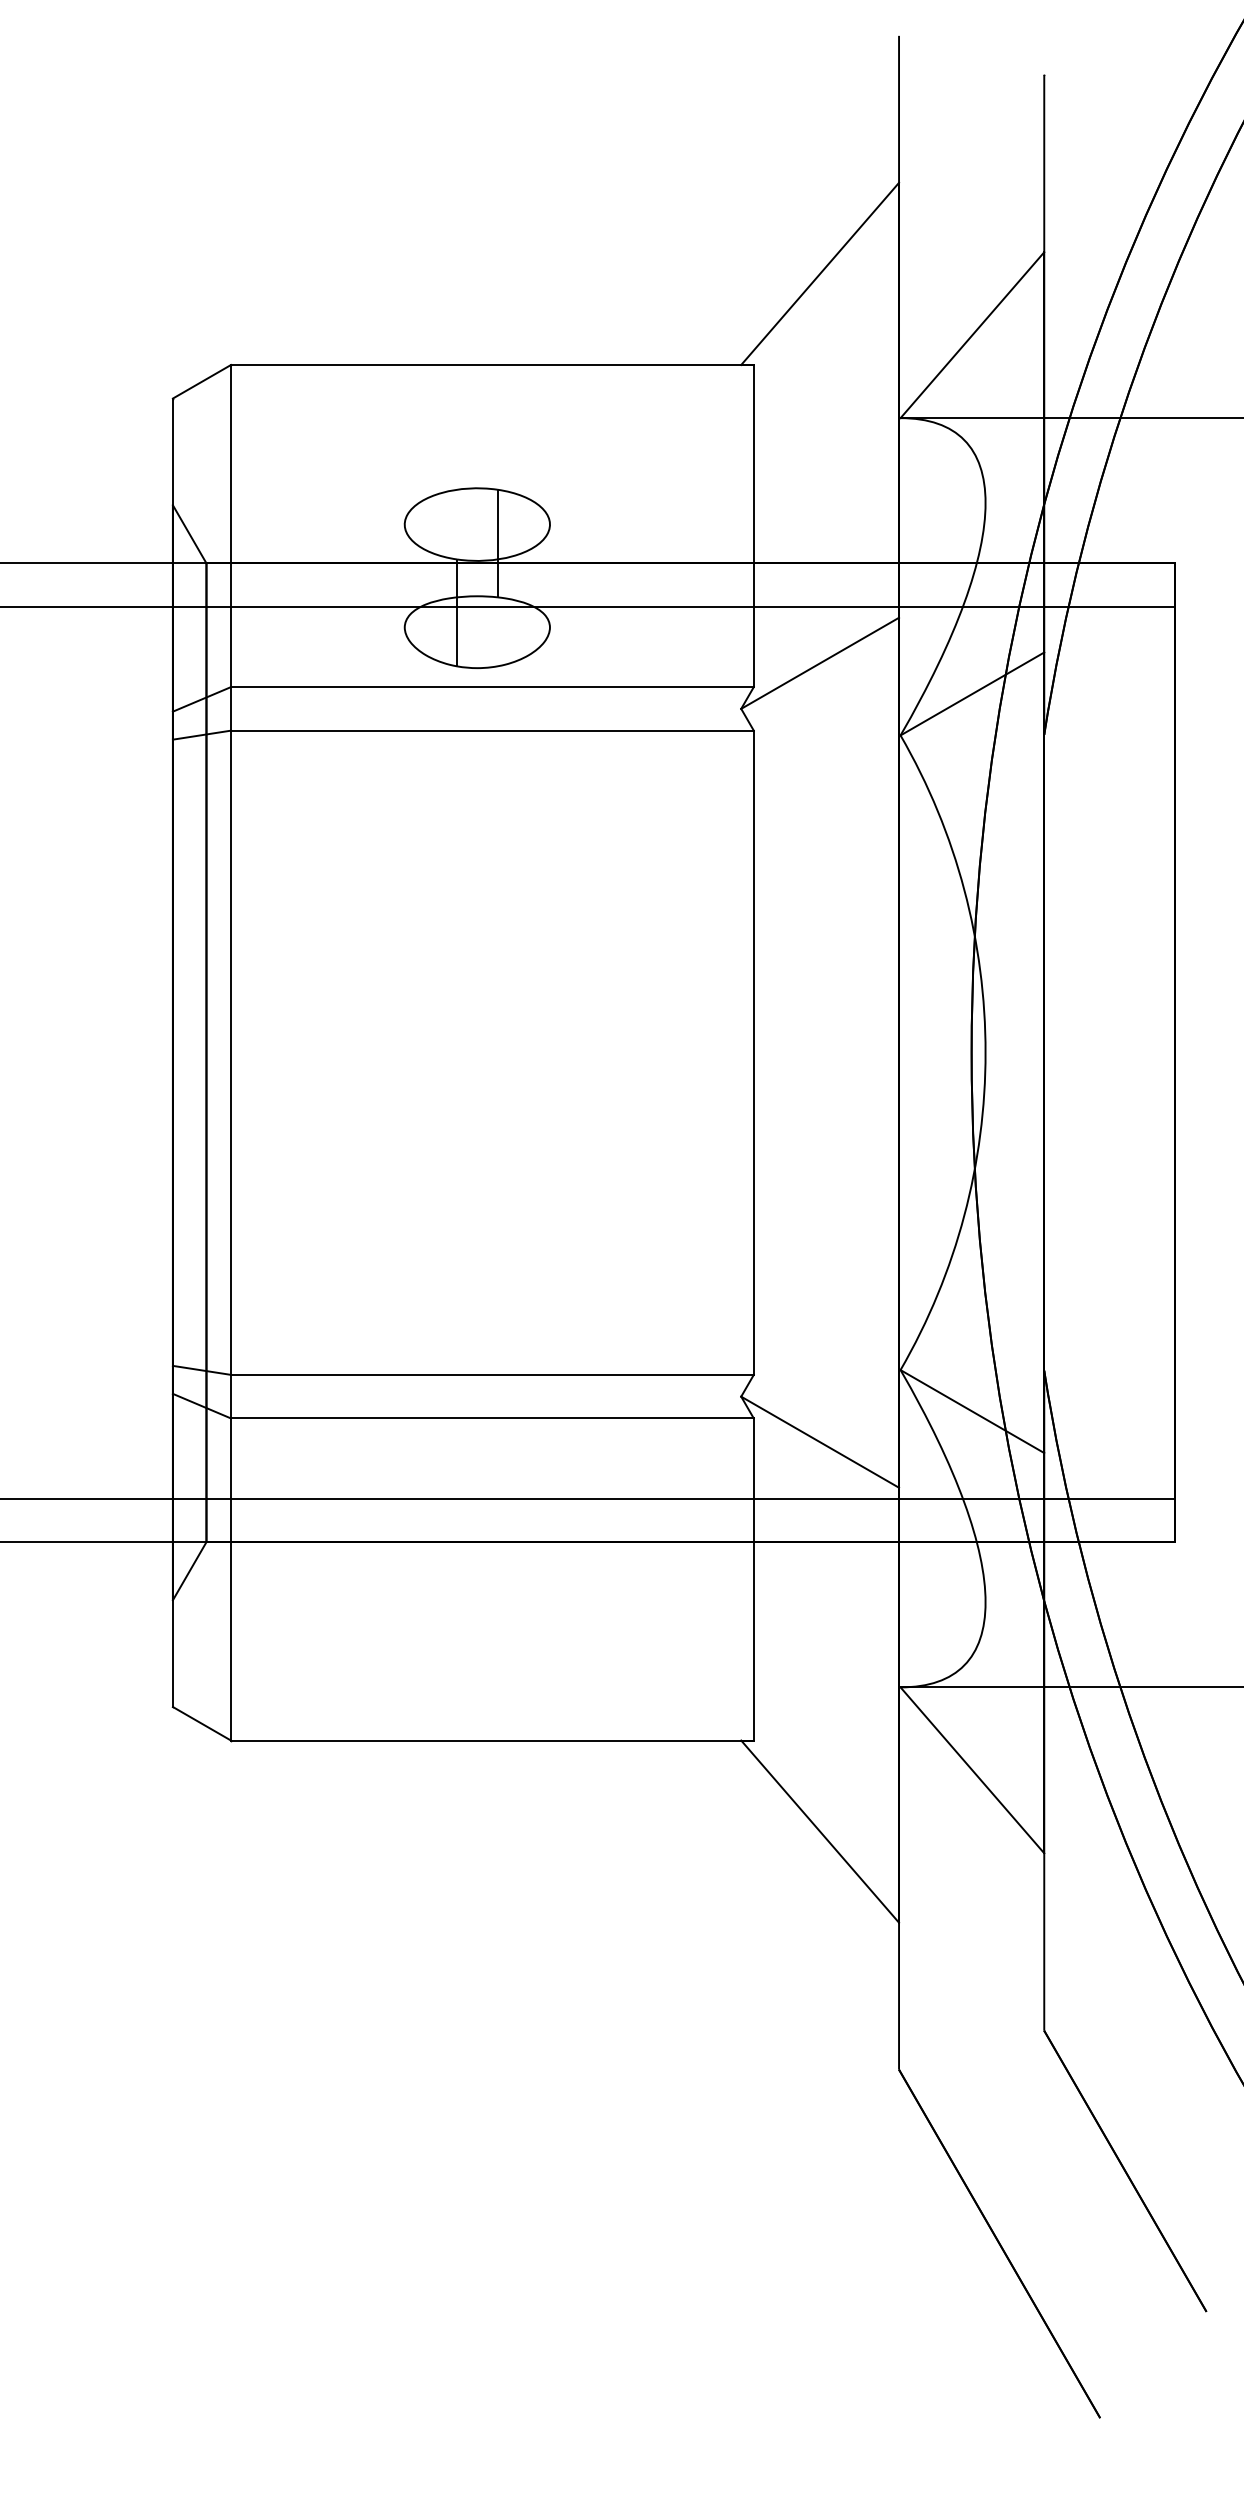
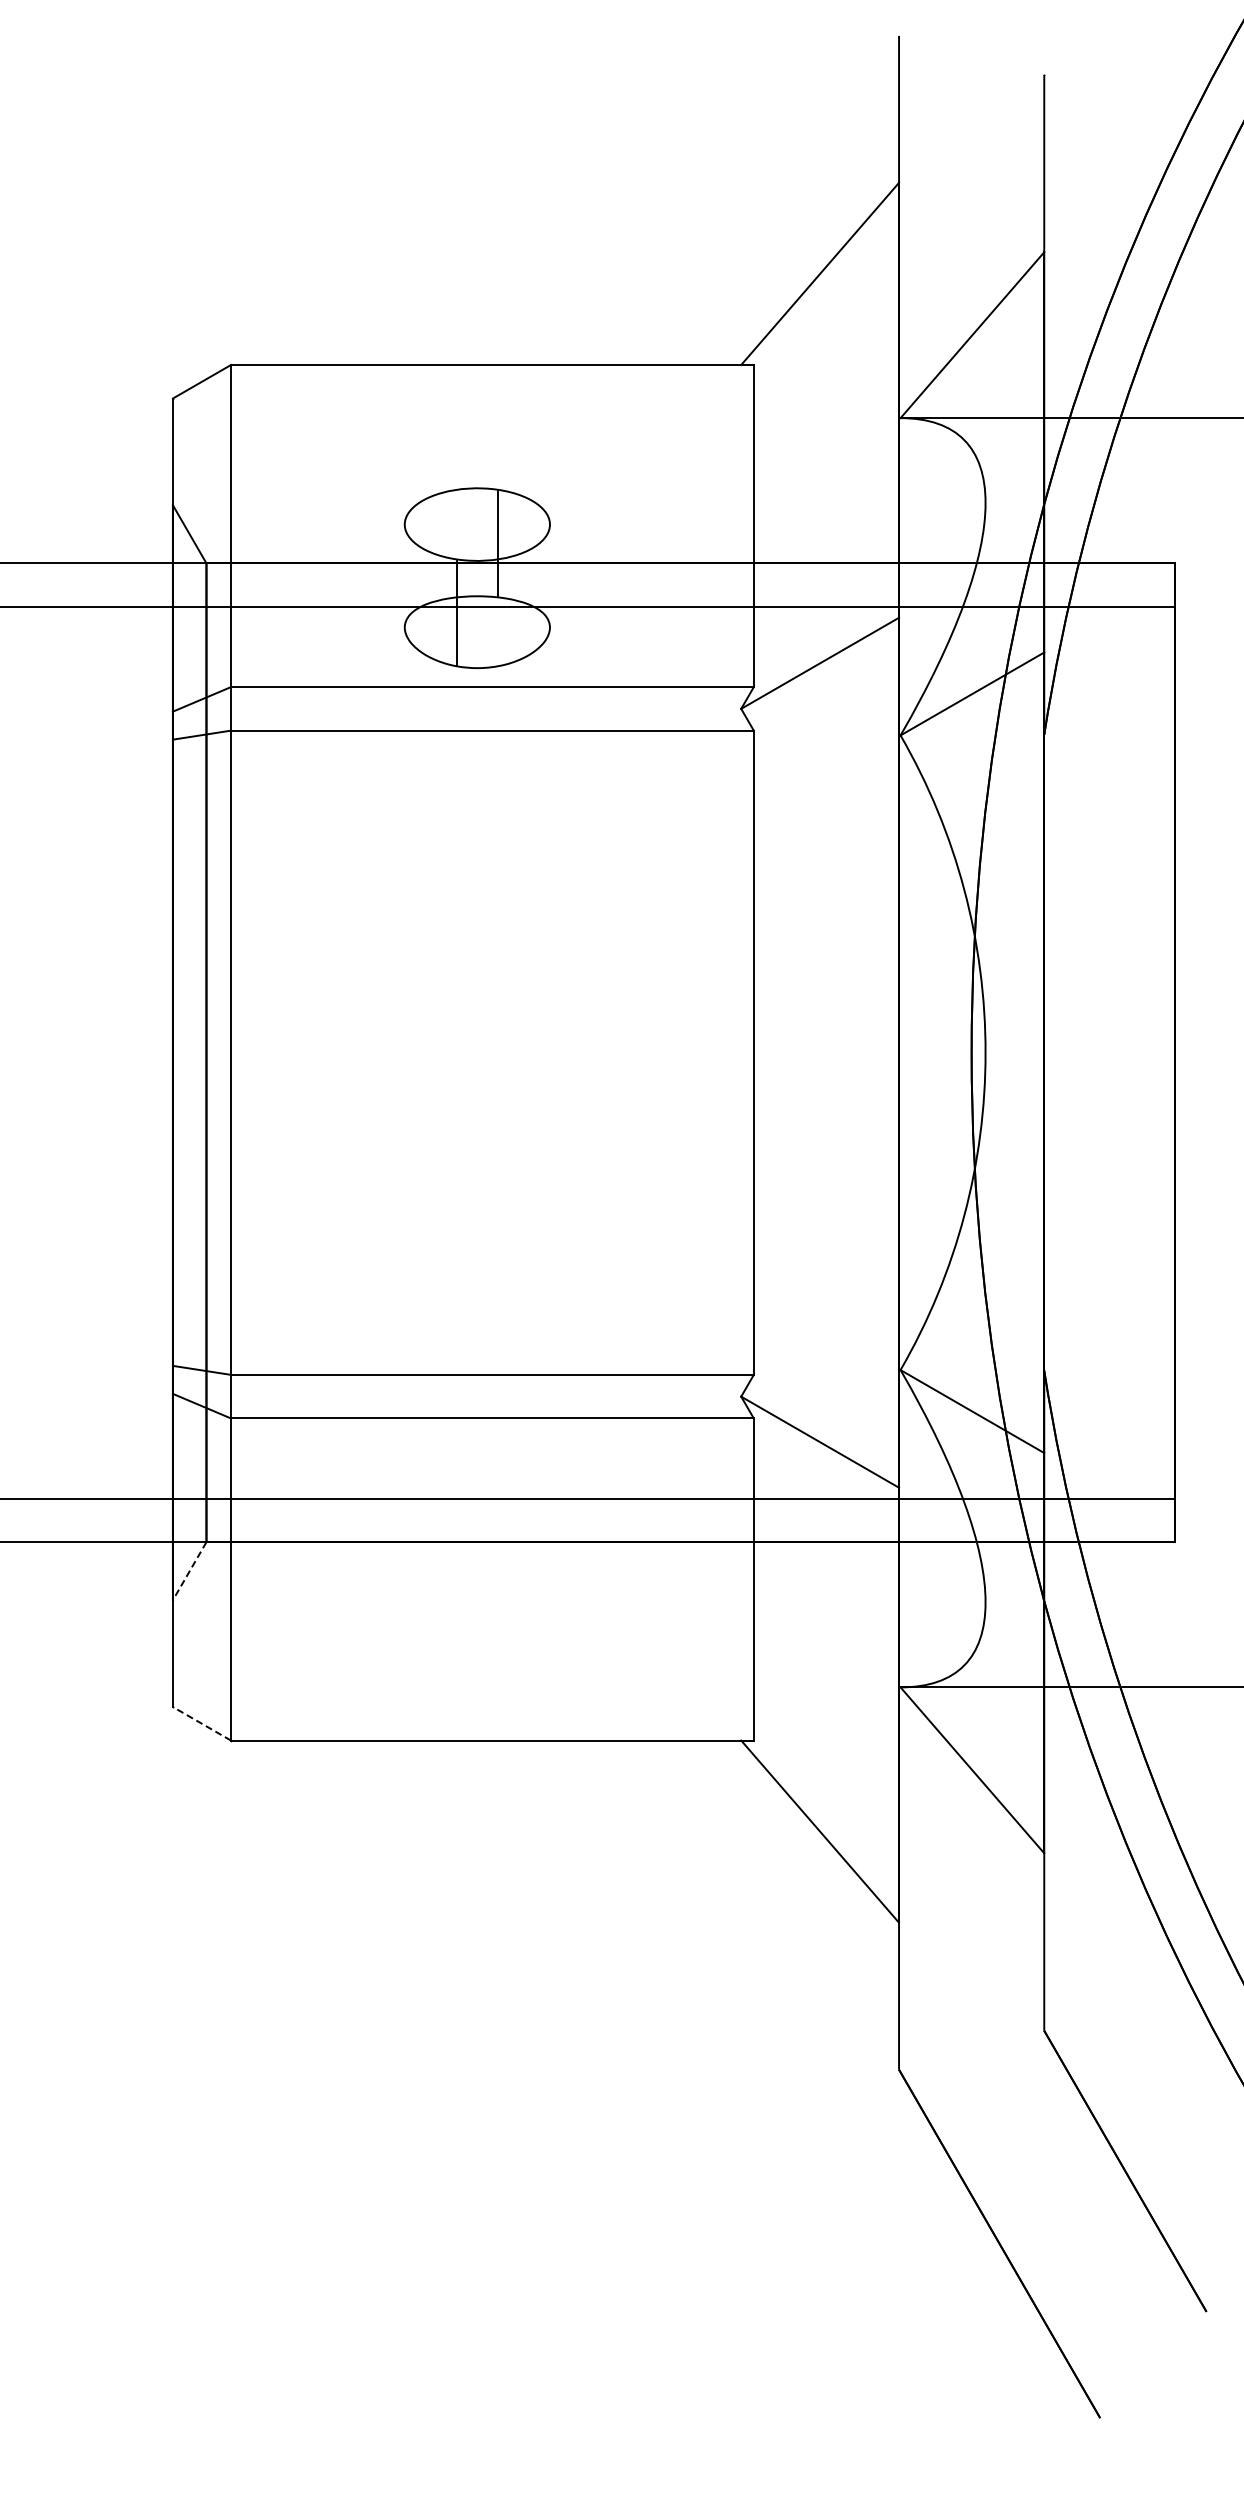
line at (189, 1571): solid -> dashed
line at (201, 1723): solid -> dashed
